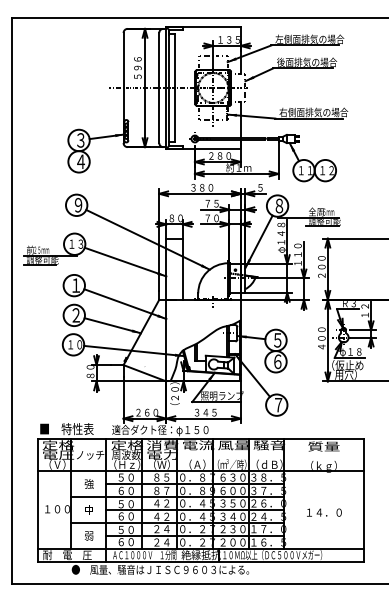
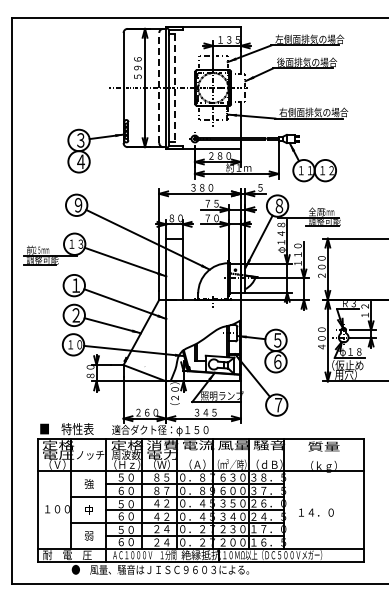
line at (159, 87): solid -> dashed
line at (174, 88): solid -> dashed
text at (324, 512) position: (324, 512) -> (316, 512)
